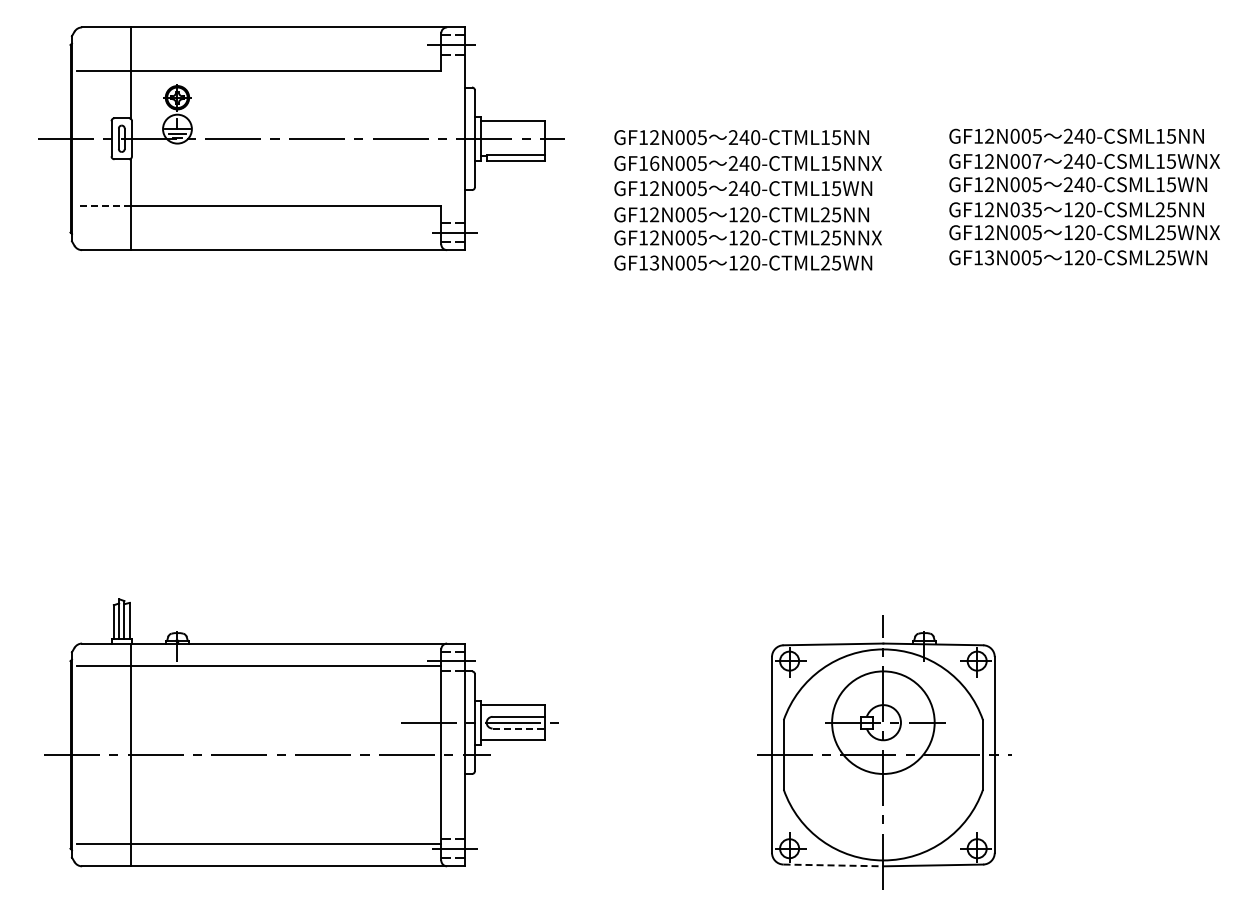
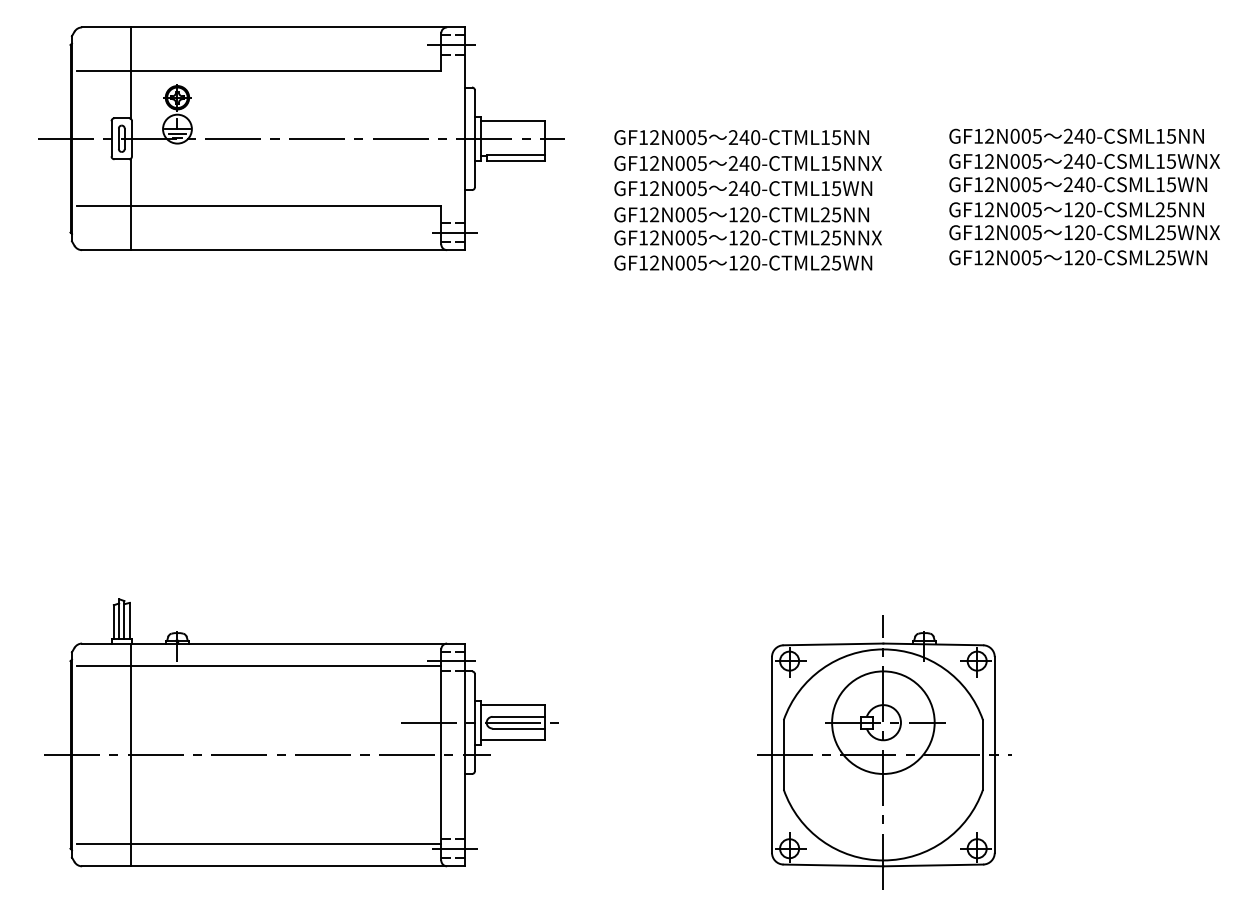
text at (1036, 161): GF12N007 -> GF12N005
text at (654, 163): GF16N005 -> GF12N005
line at (103, 206): dashed -> solid
text at (1025, 209): GF12N035 -> GF12N005
text at (989, 257): GF13N005 -> GF12N005
text at (654, 263): GF13N005 -> GF12N005
line at (519, 728): dashed -> solid
line at (833, 865): dashed -> solid
